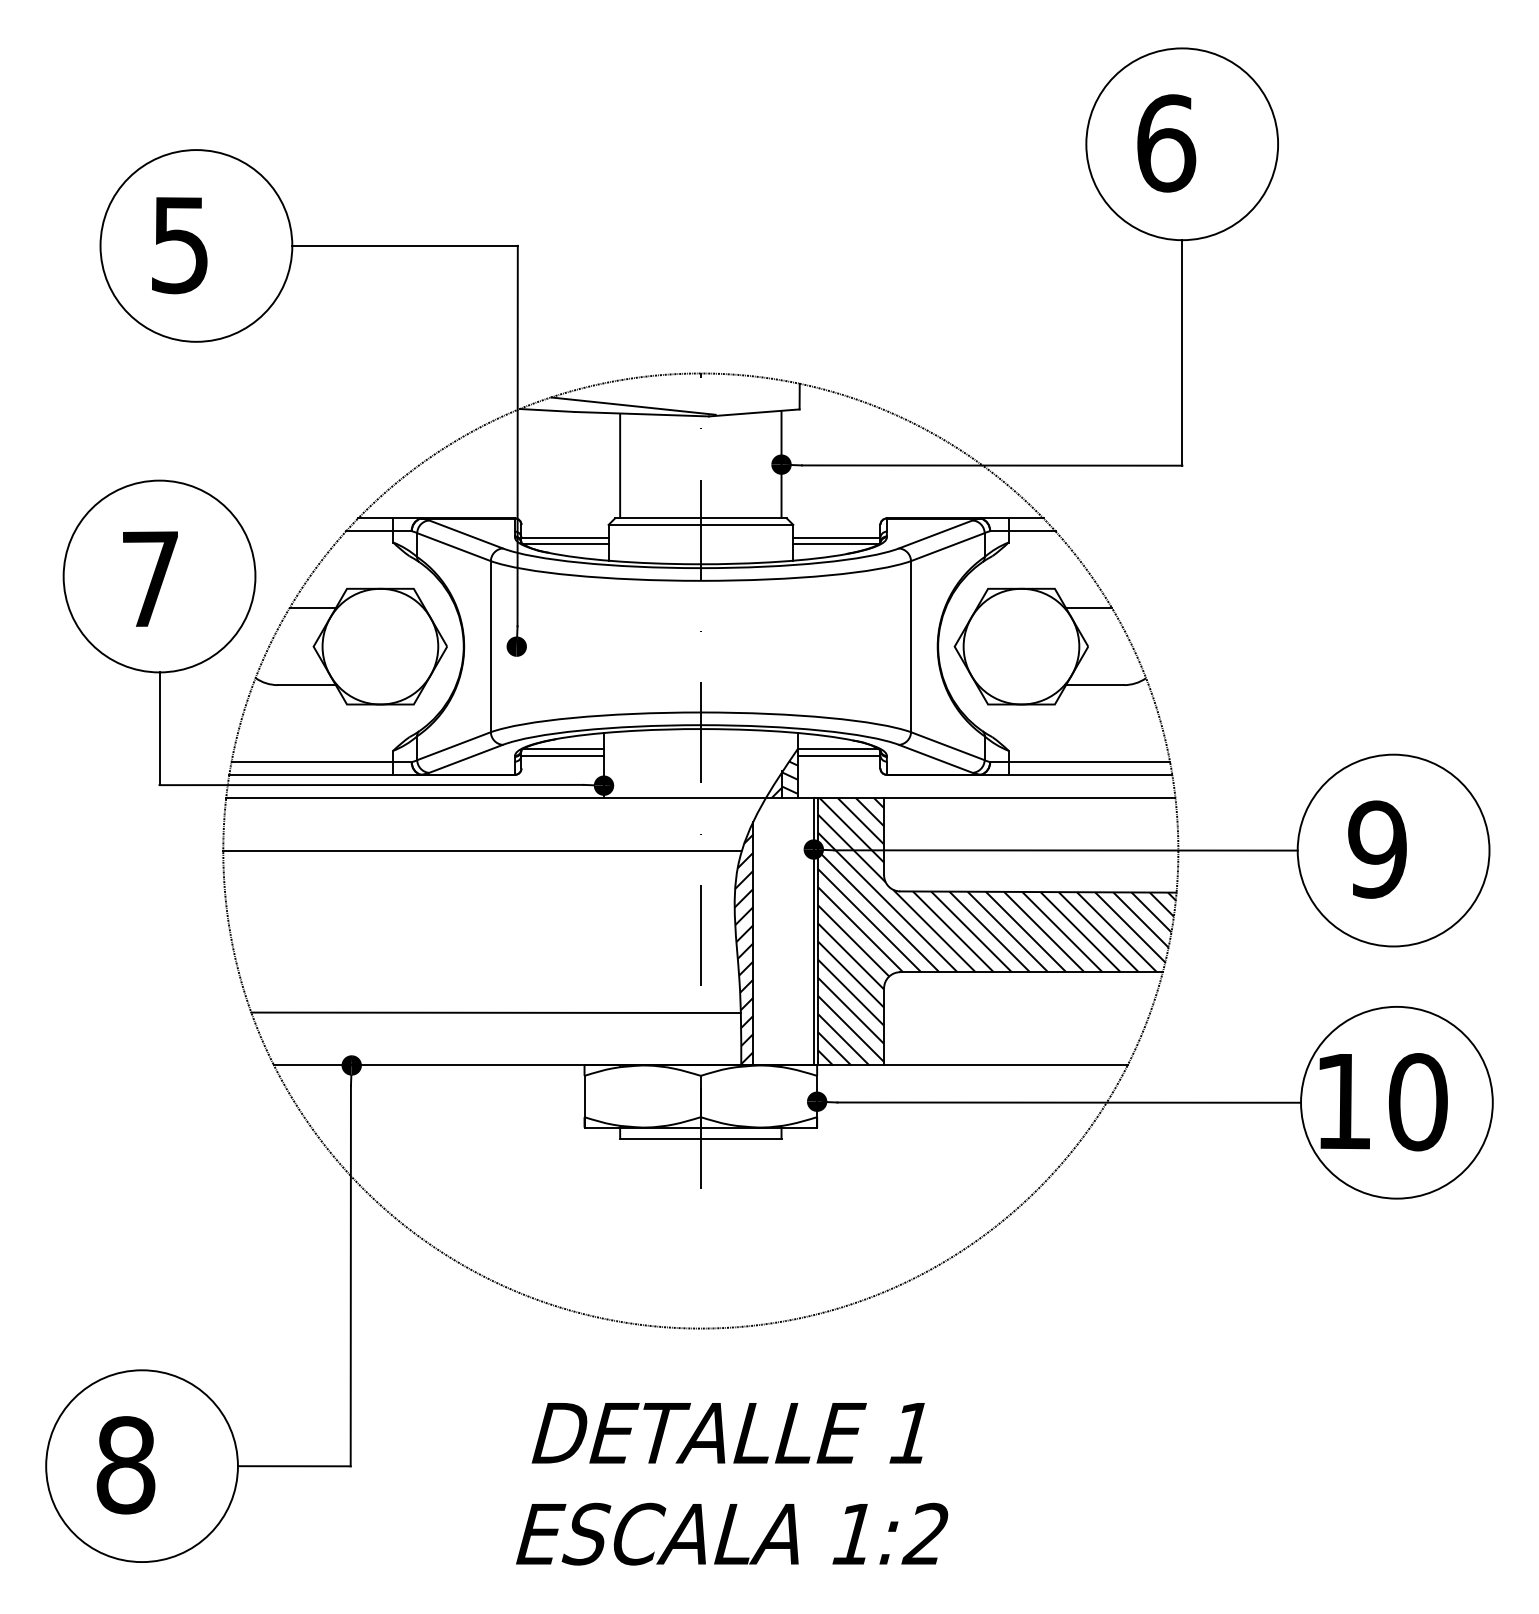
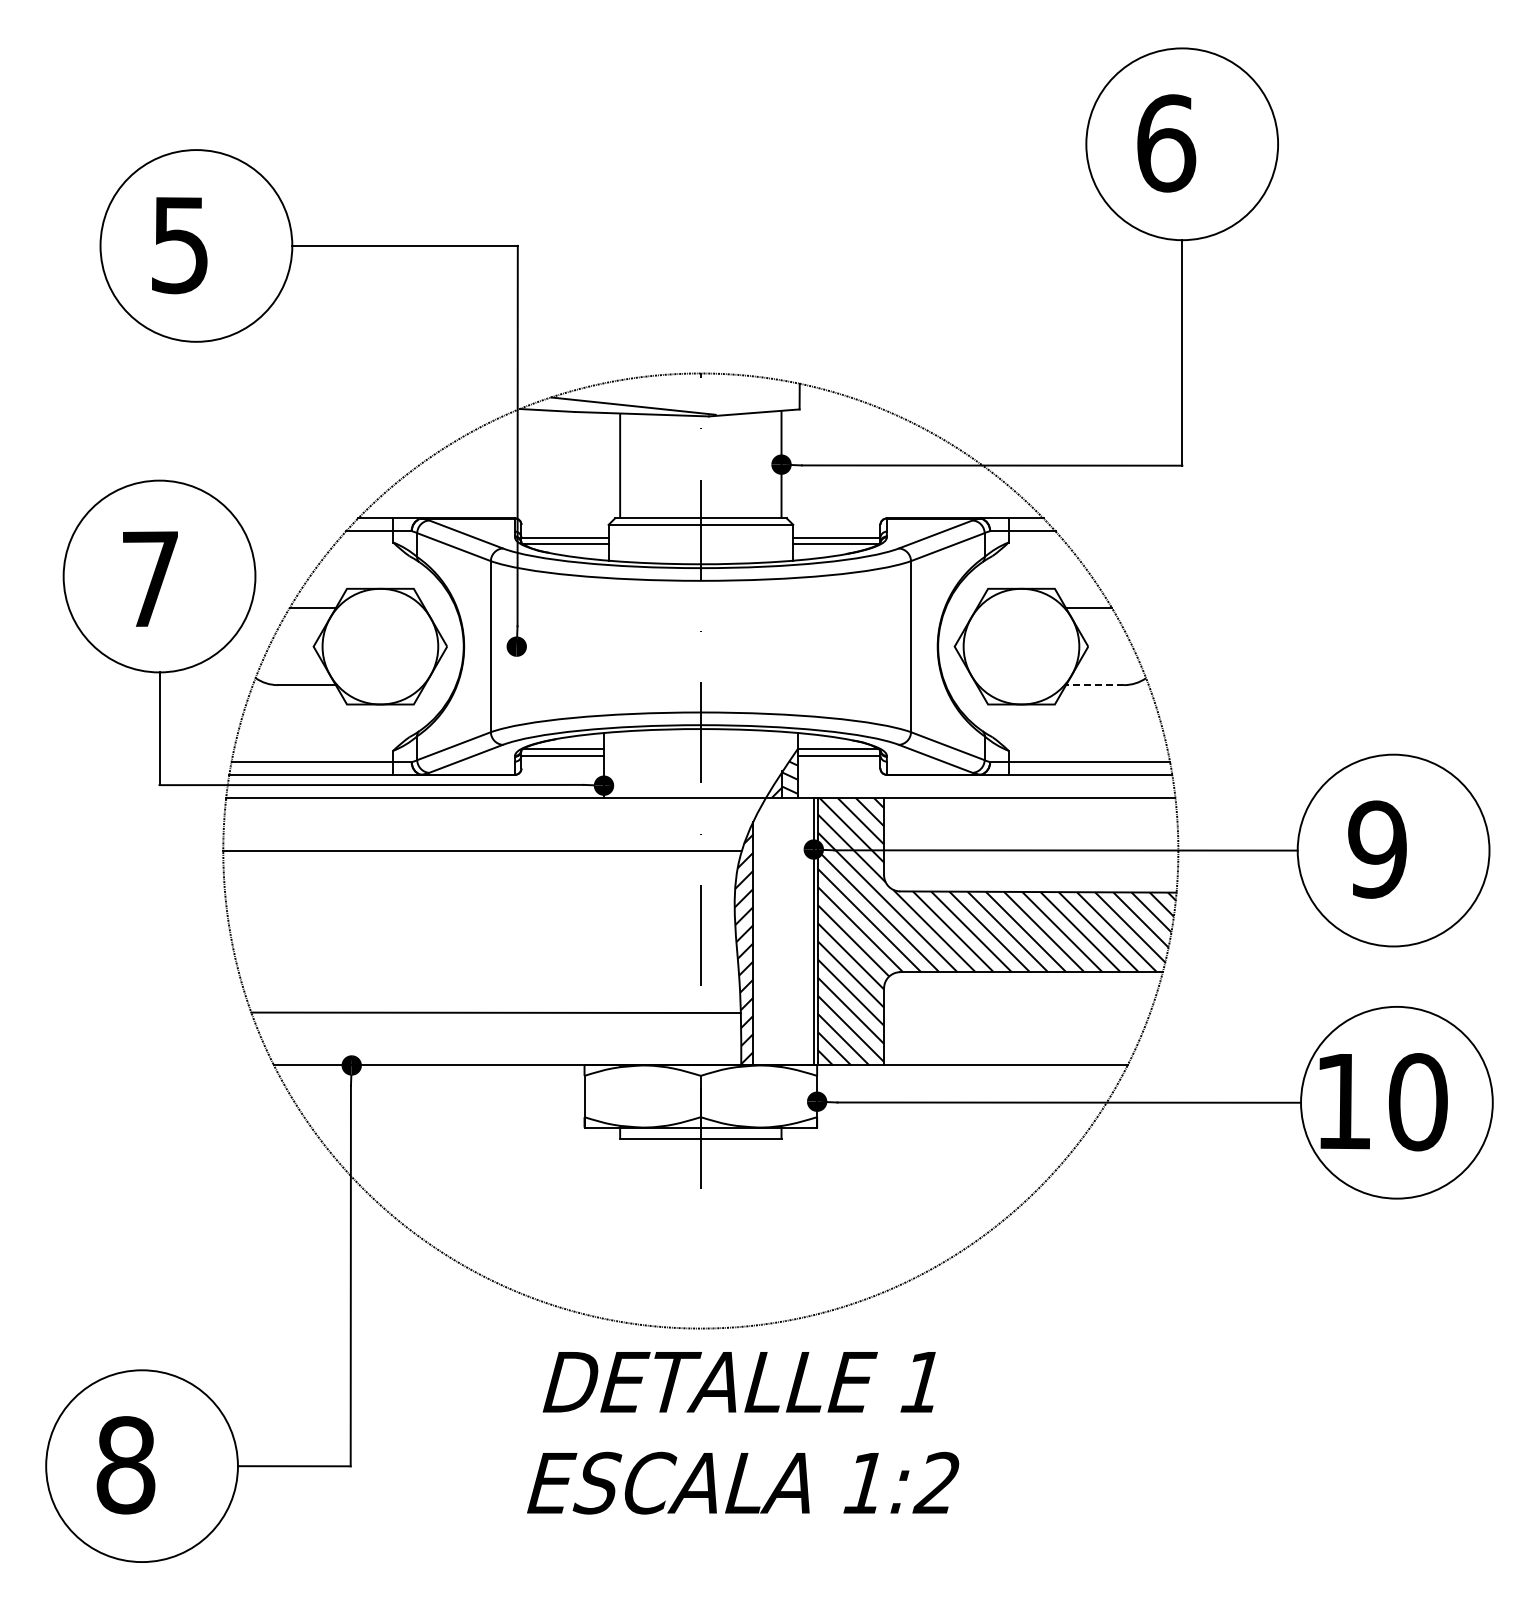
line at (1094, 685): solid -> dashed
text at (732, 1484) position: (732, 1484) -> (743, 1433)
